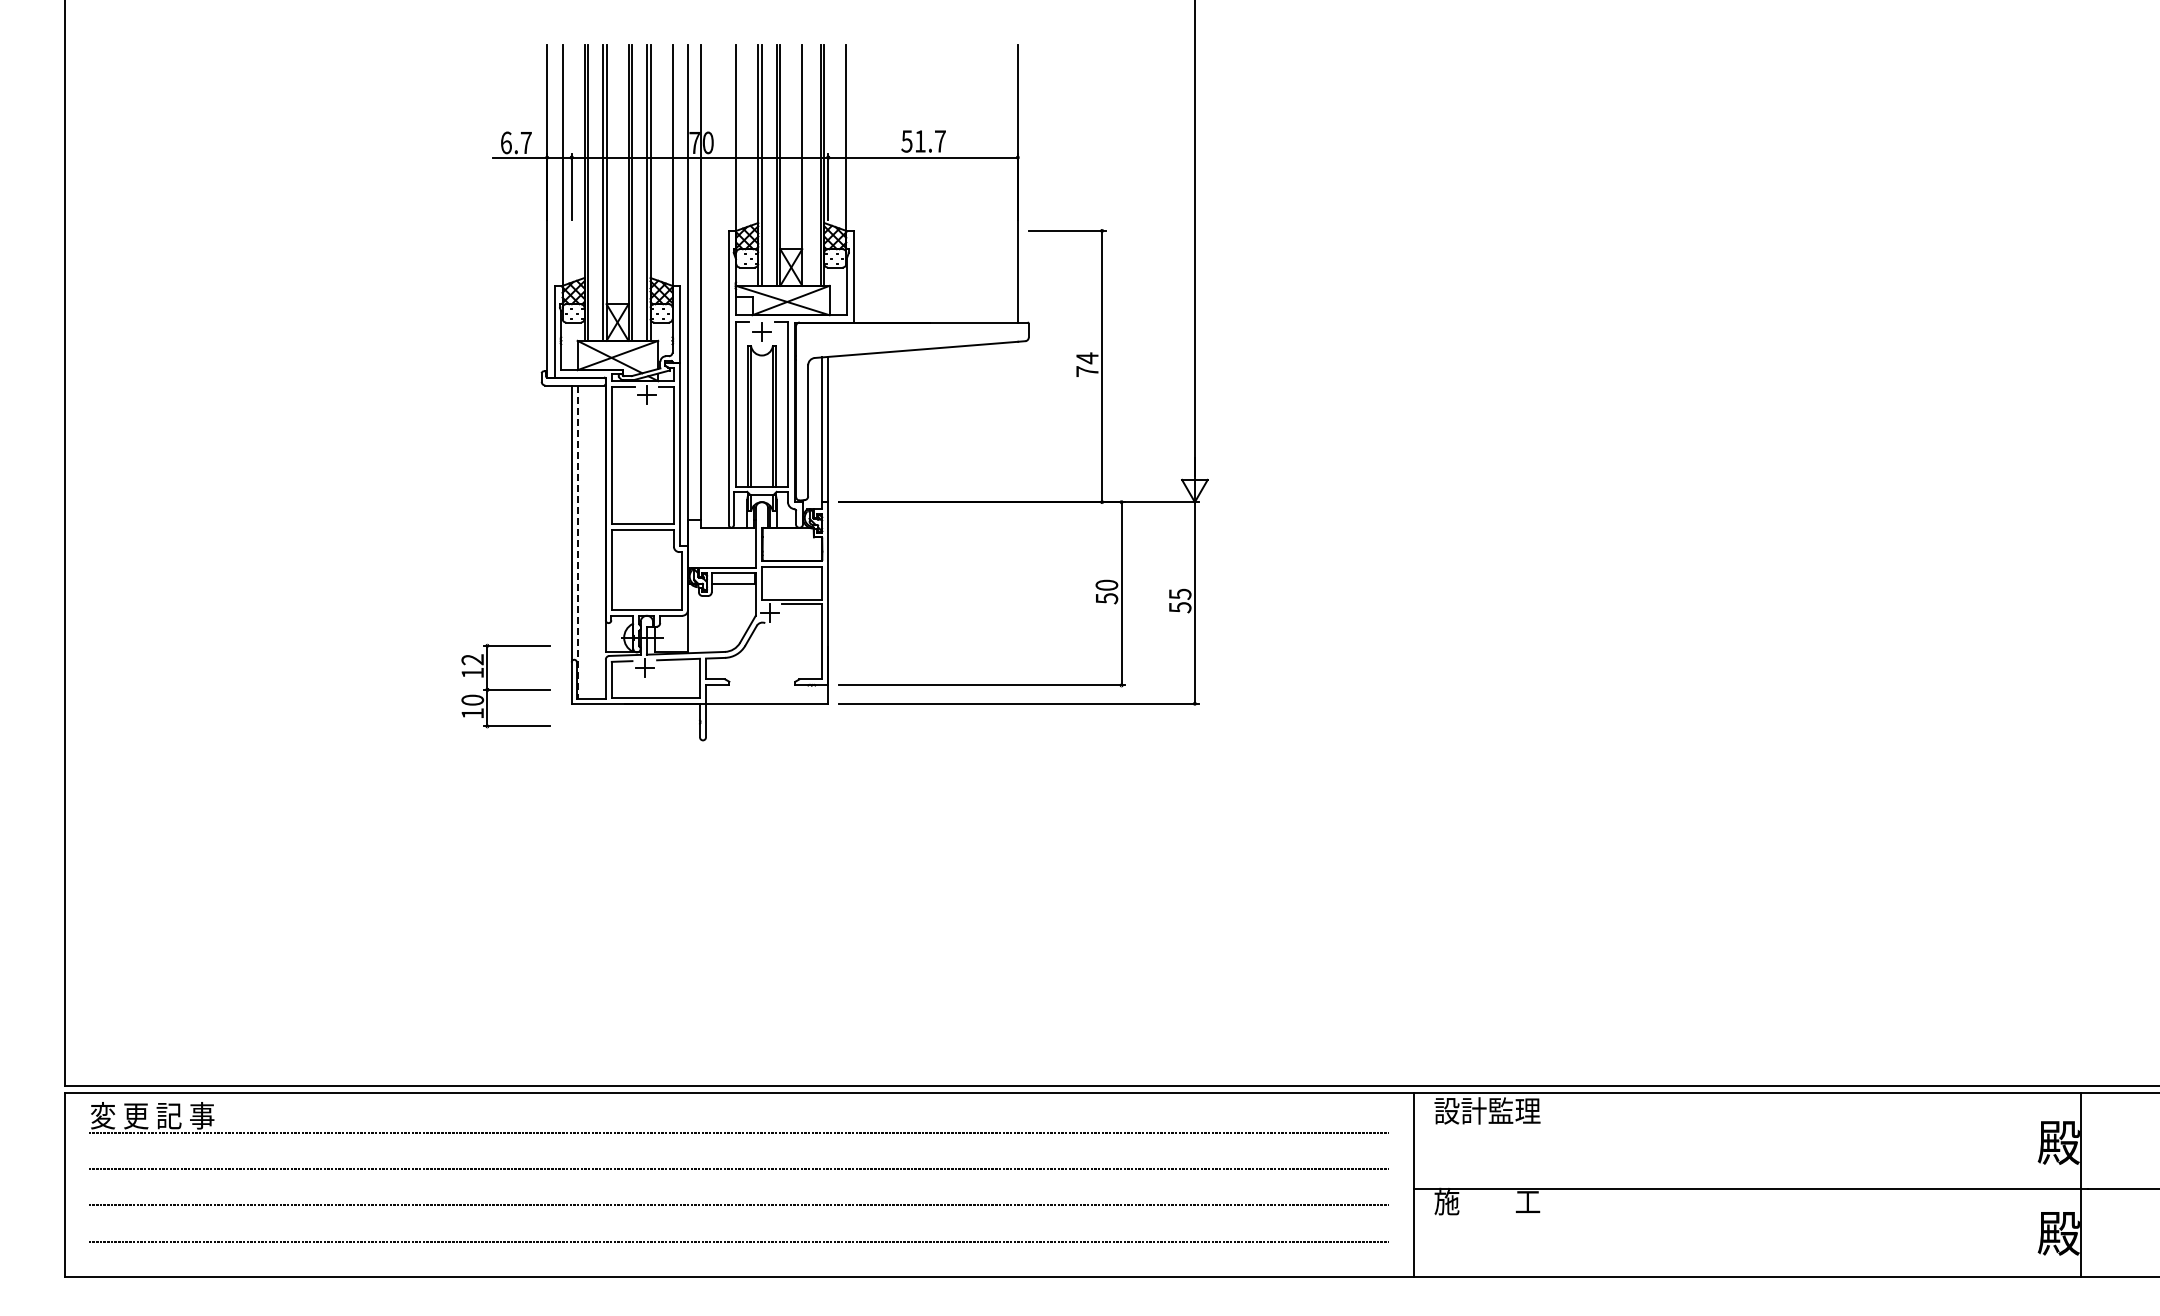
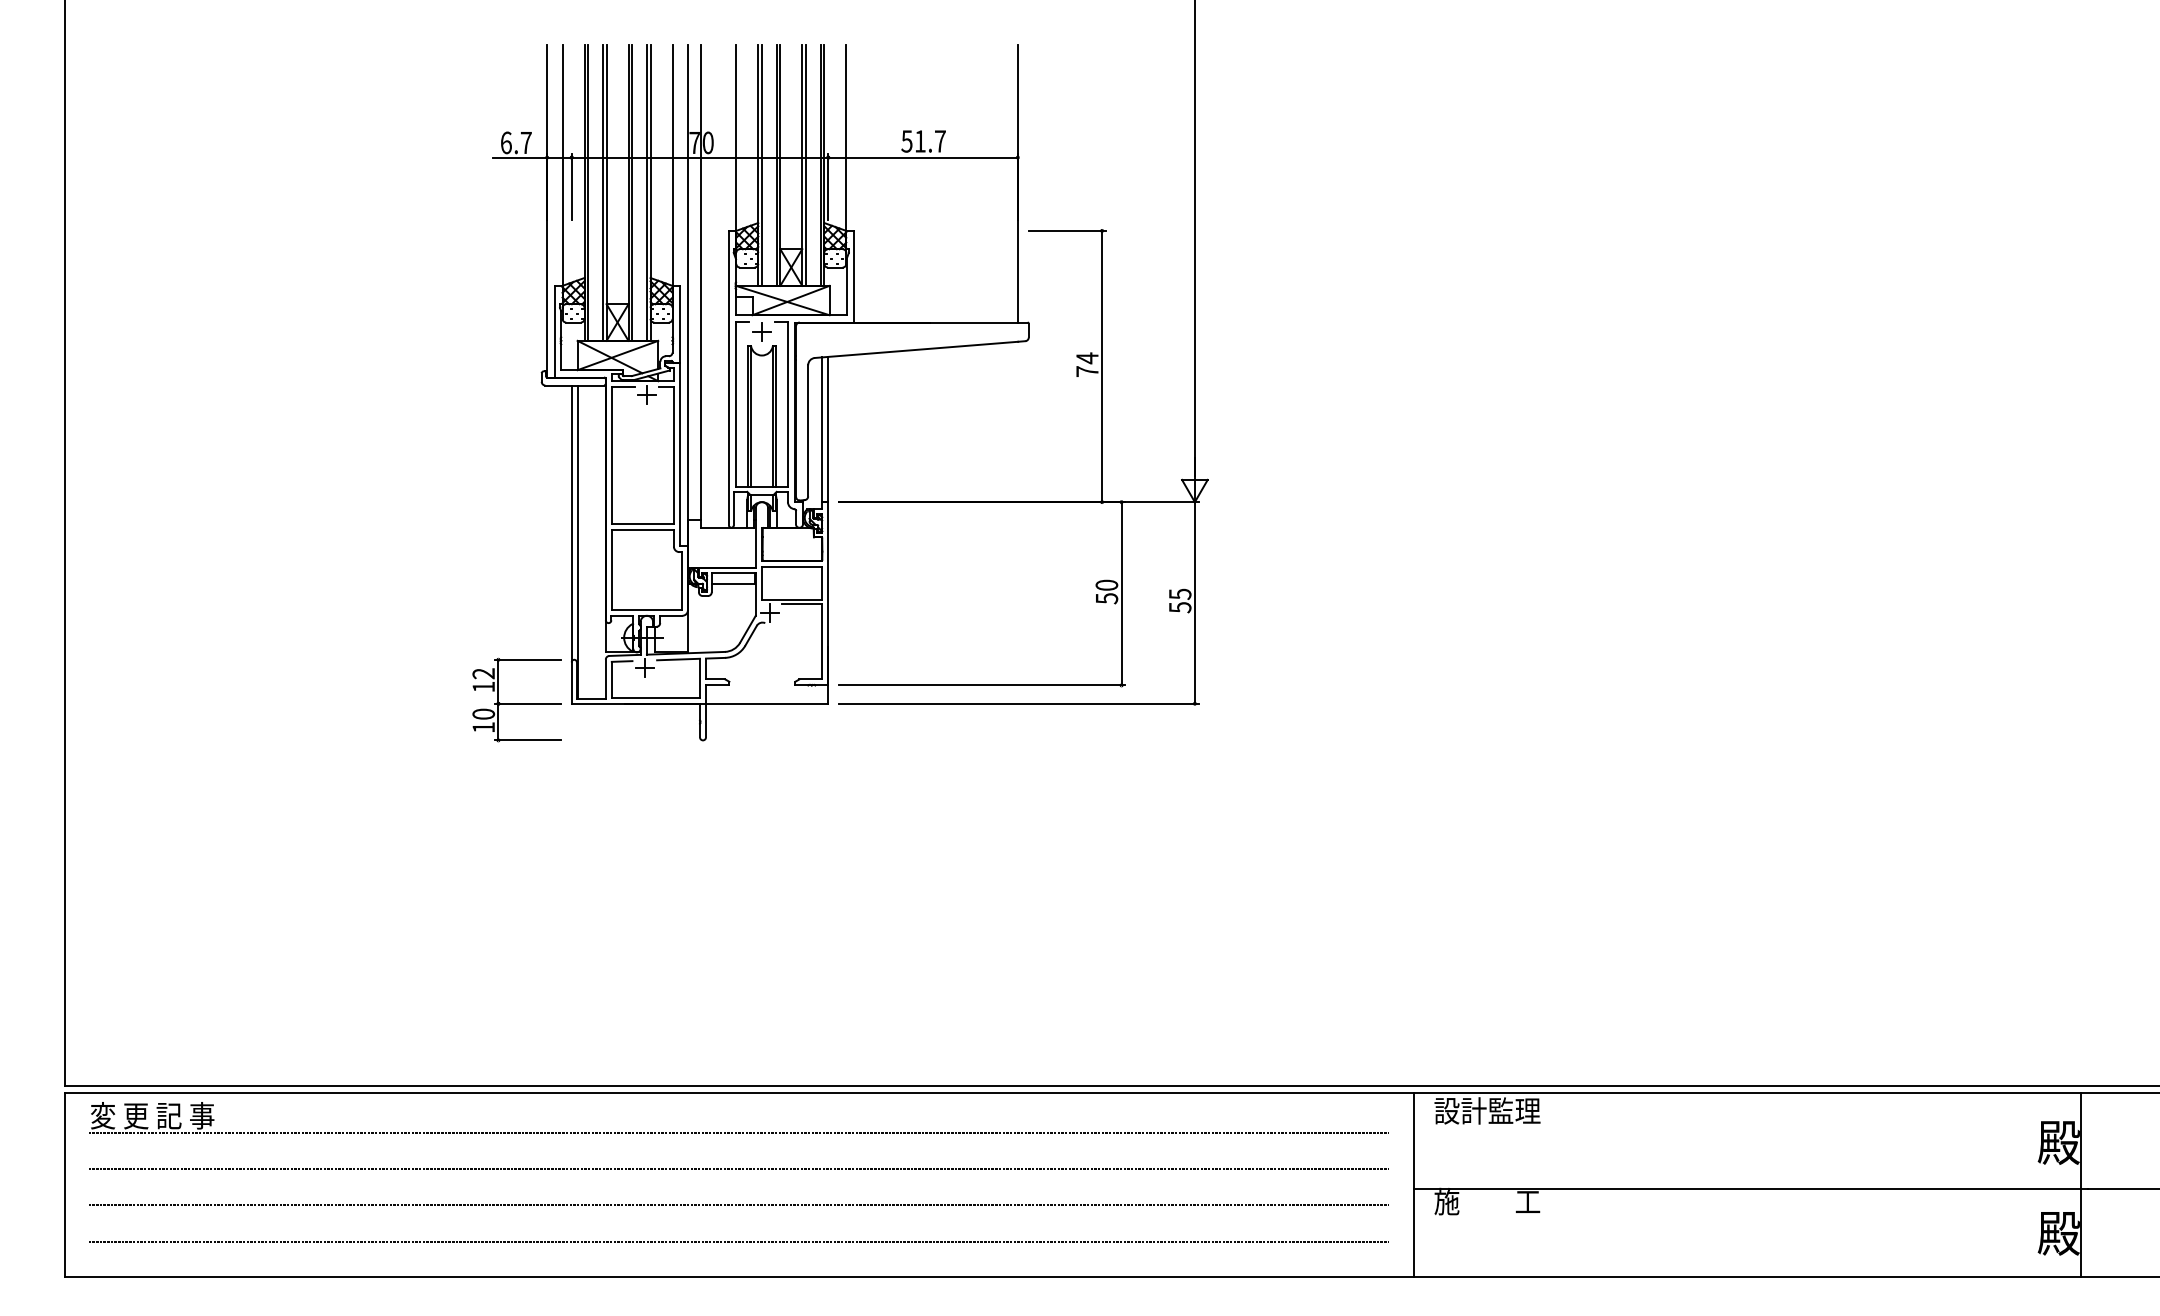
line at (805, 164): none -> present
line at (577, 542): dashed -> solid
part at (505, 685) position: (505, 685) -> (516, 699)
